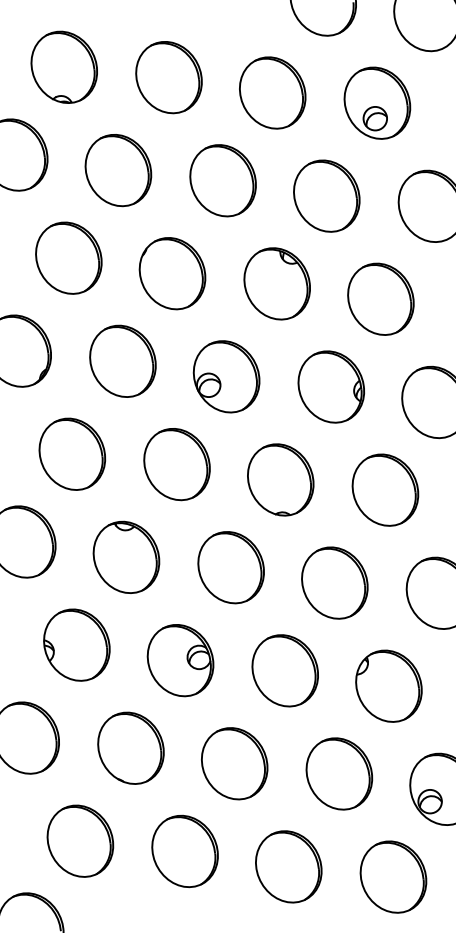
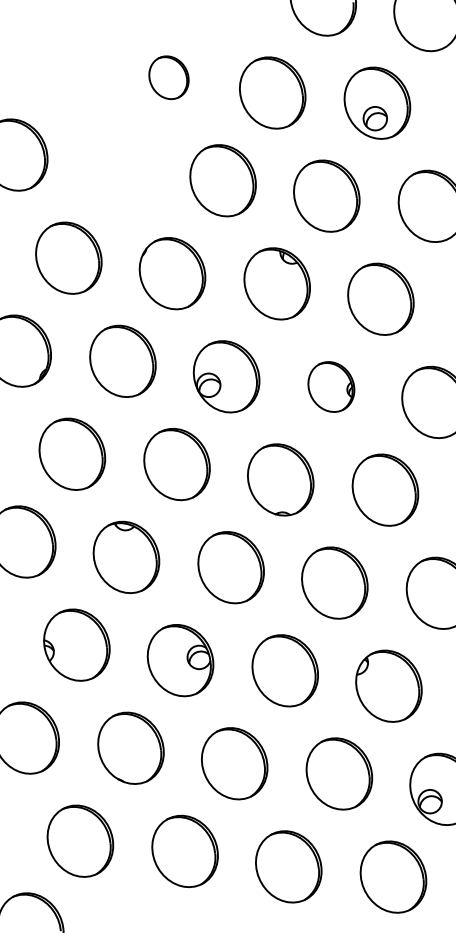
part at (63, 66): present -> none
part at (168, 77) size: 68x74 px -> 42x46 px
part at (118, 170): present -> none
part at (331, 386) size: 69x74 px -> 49x52 px
